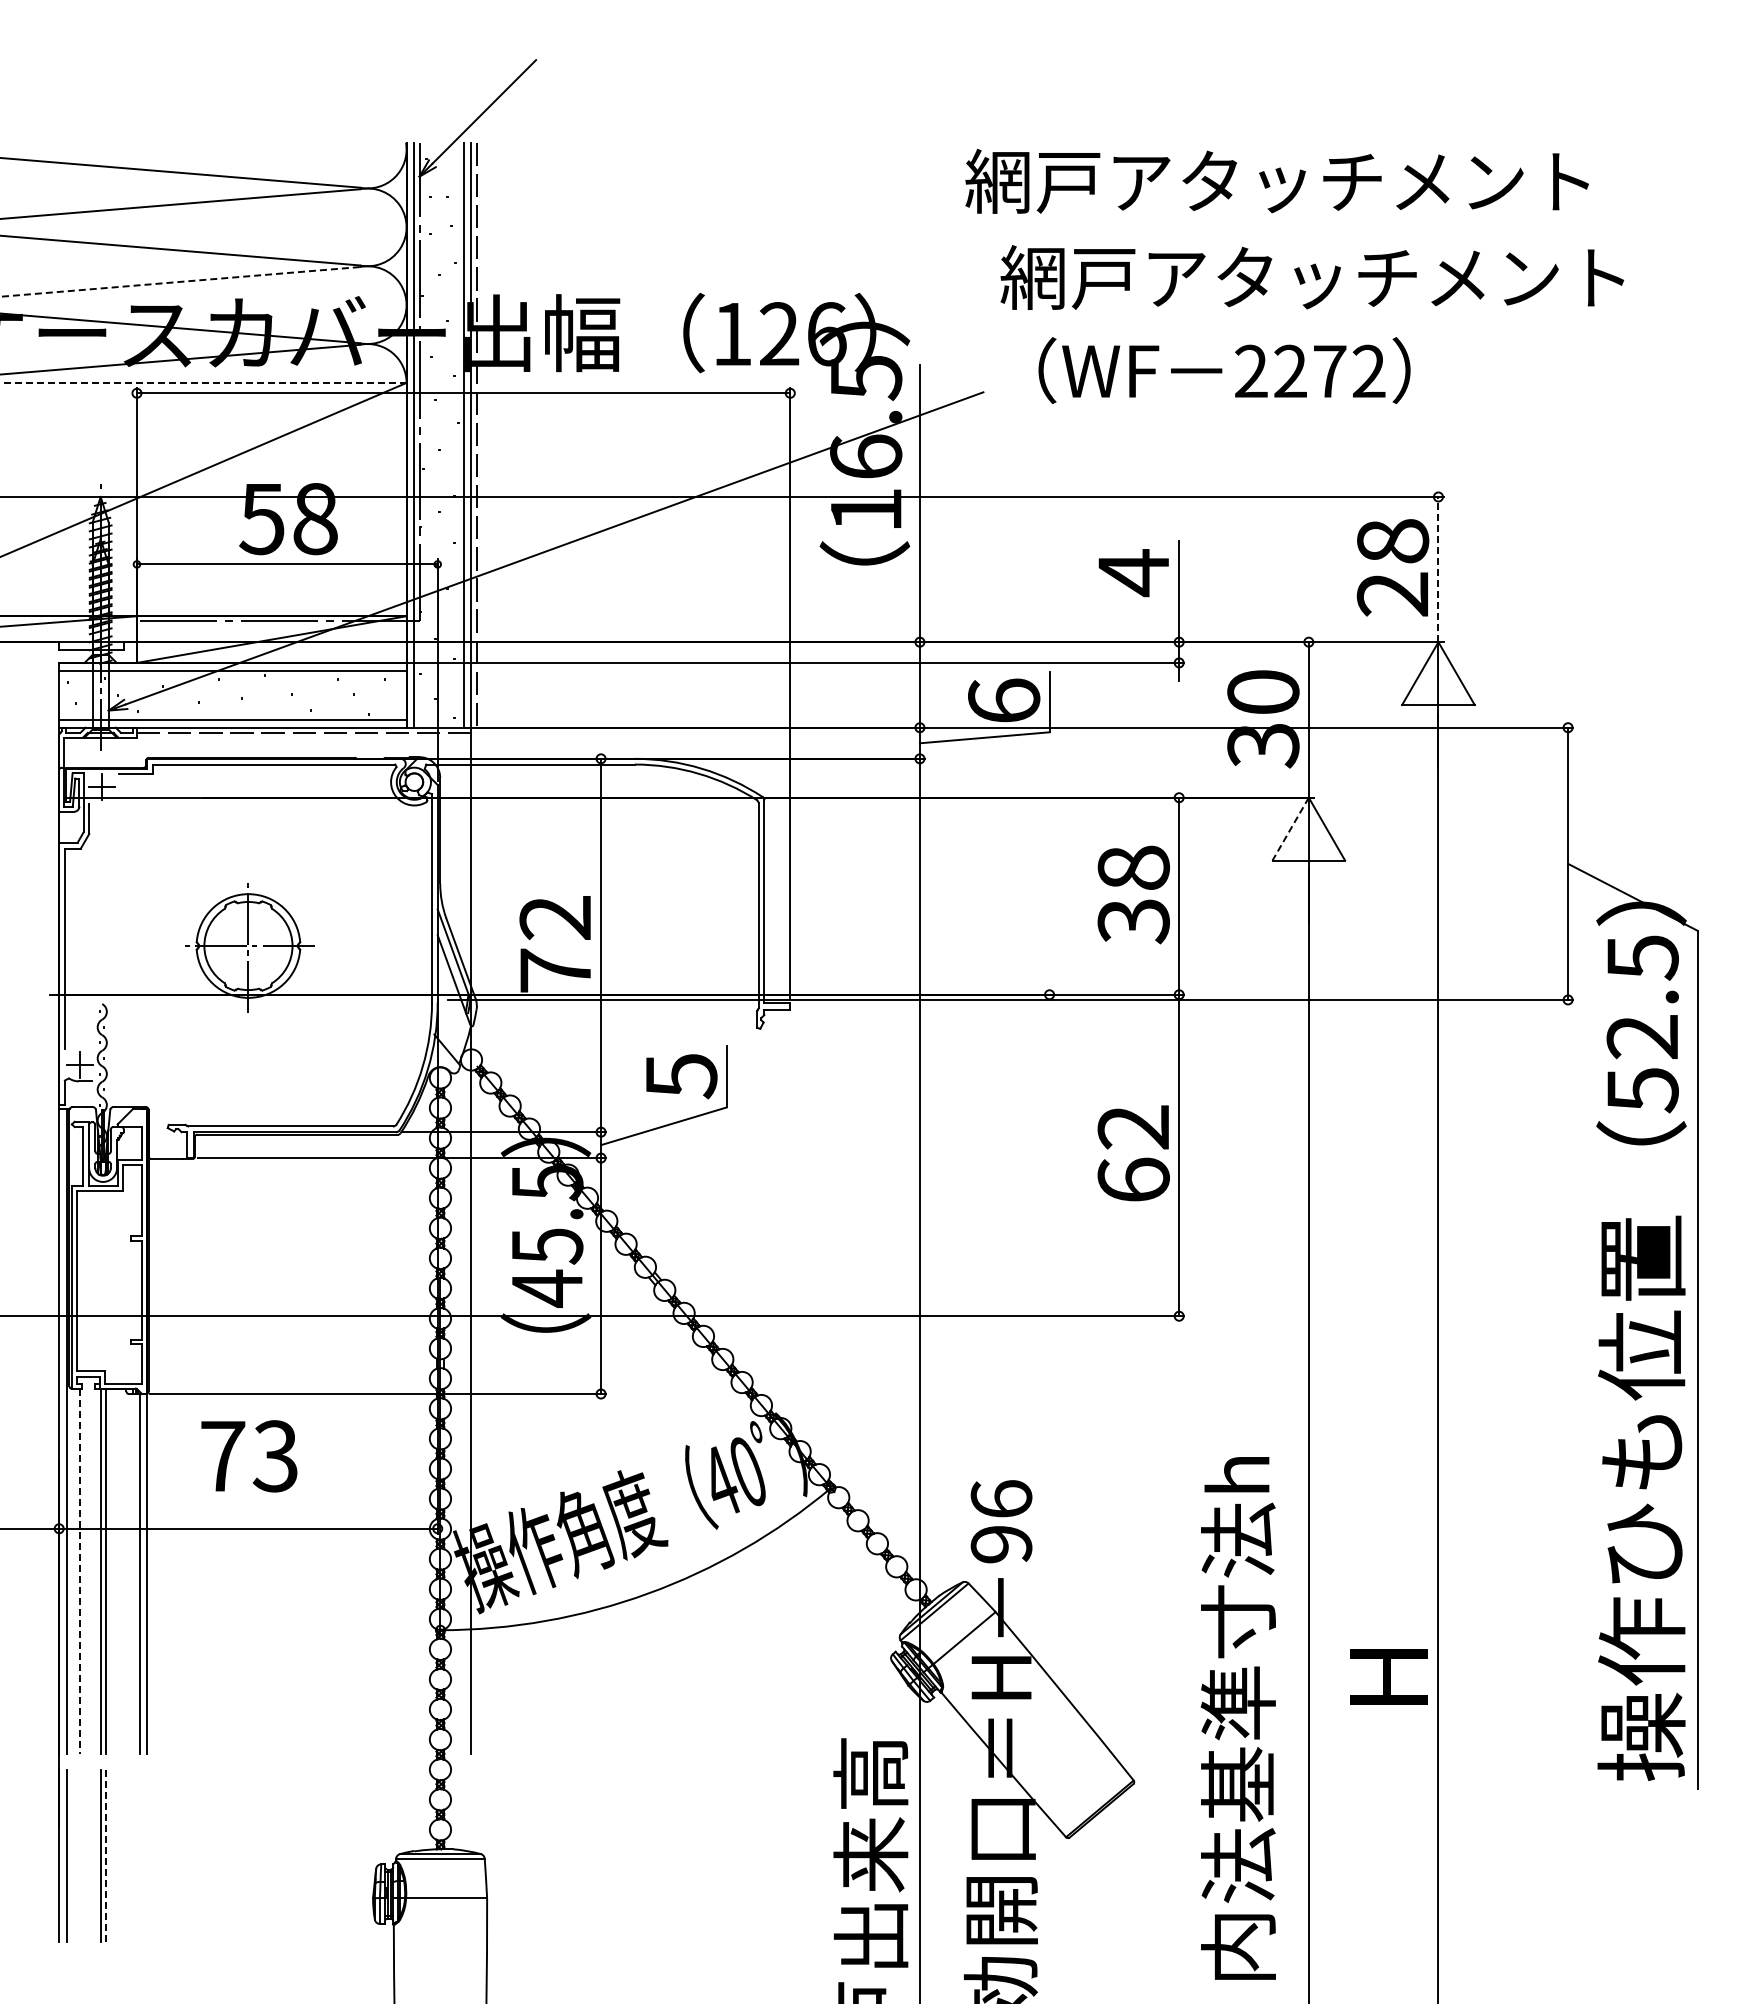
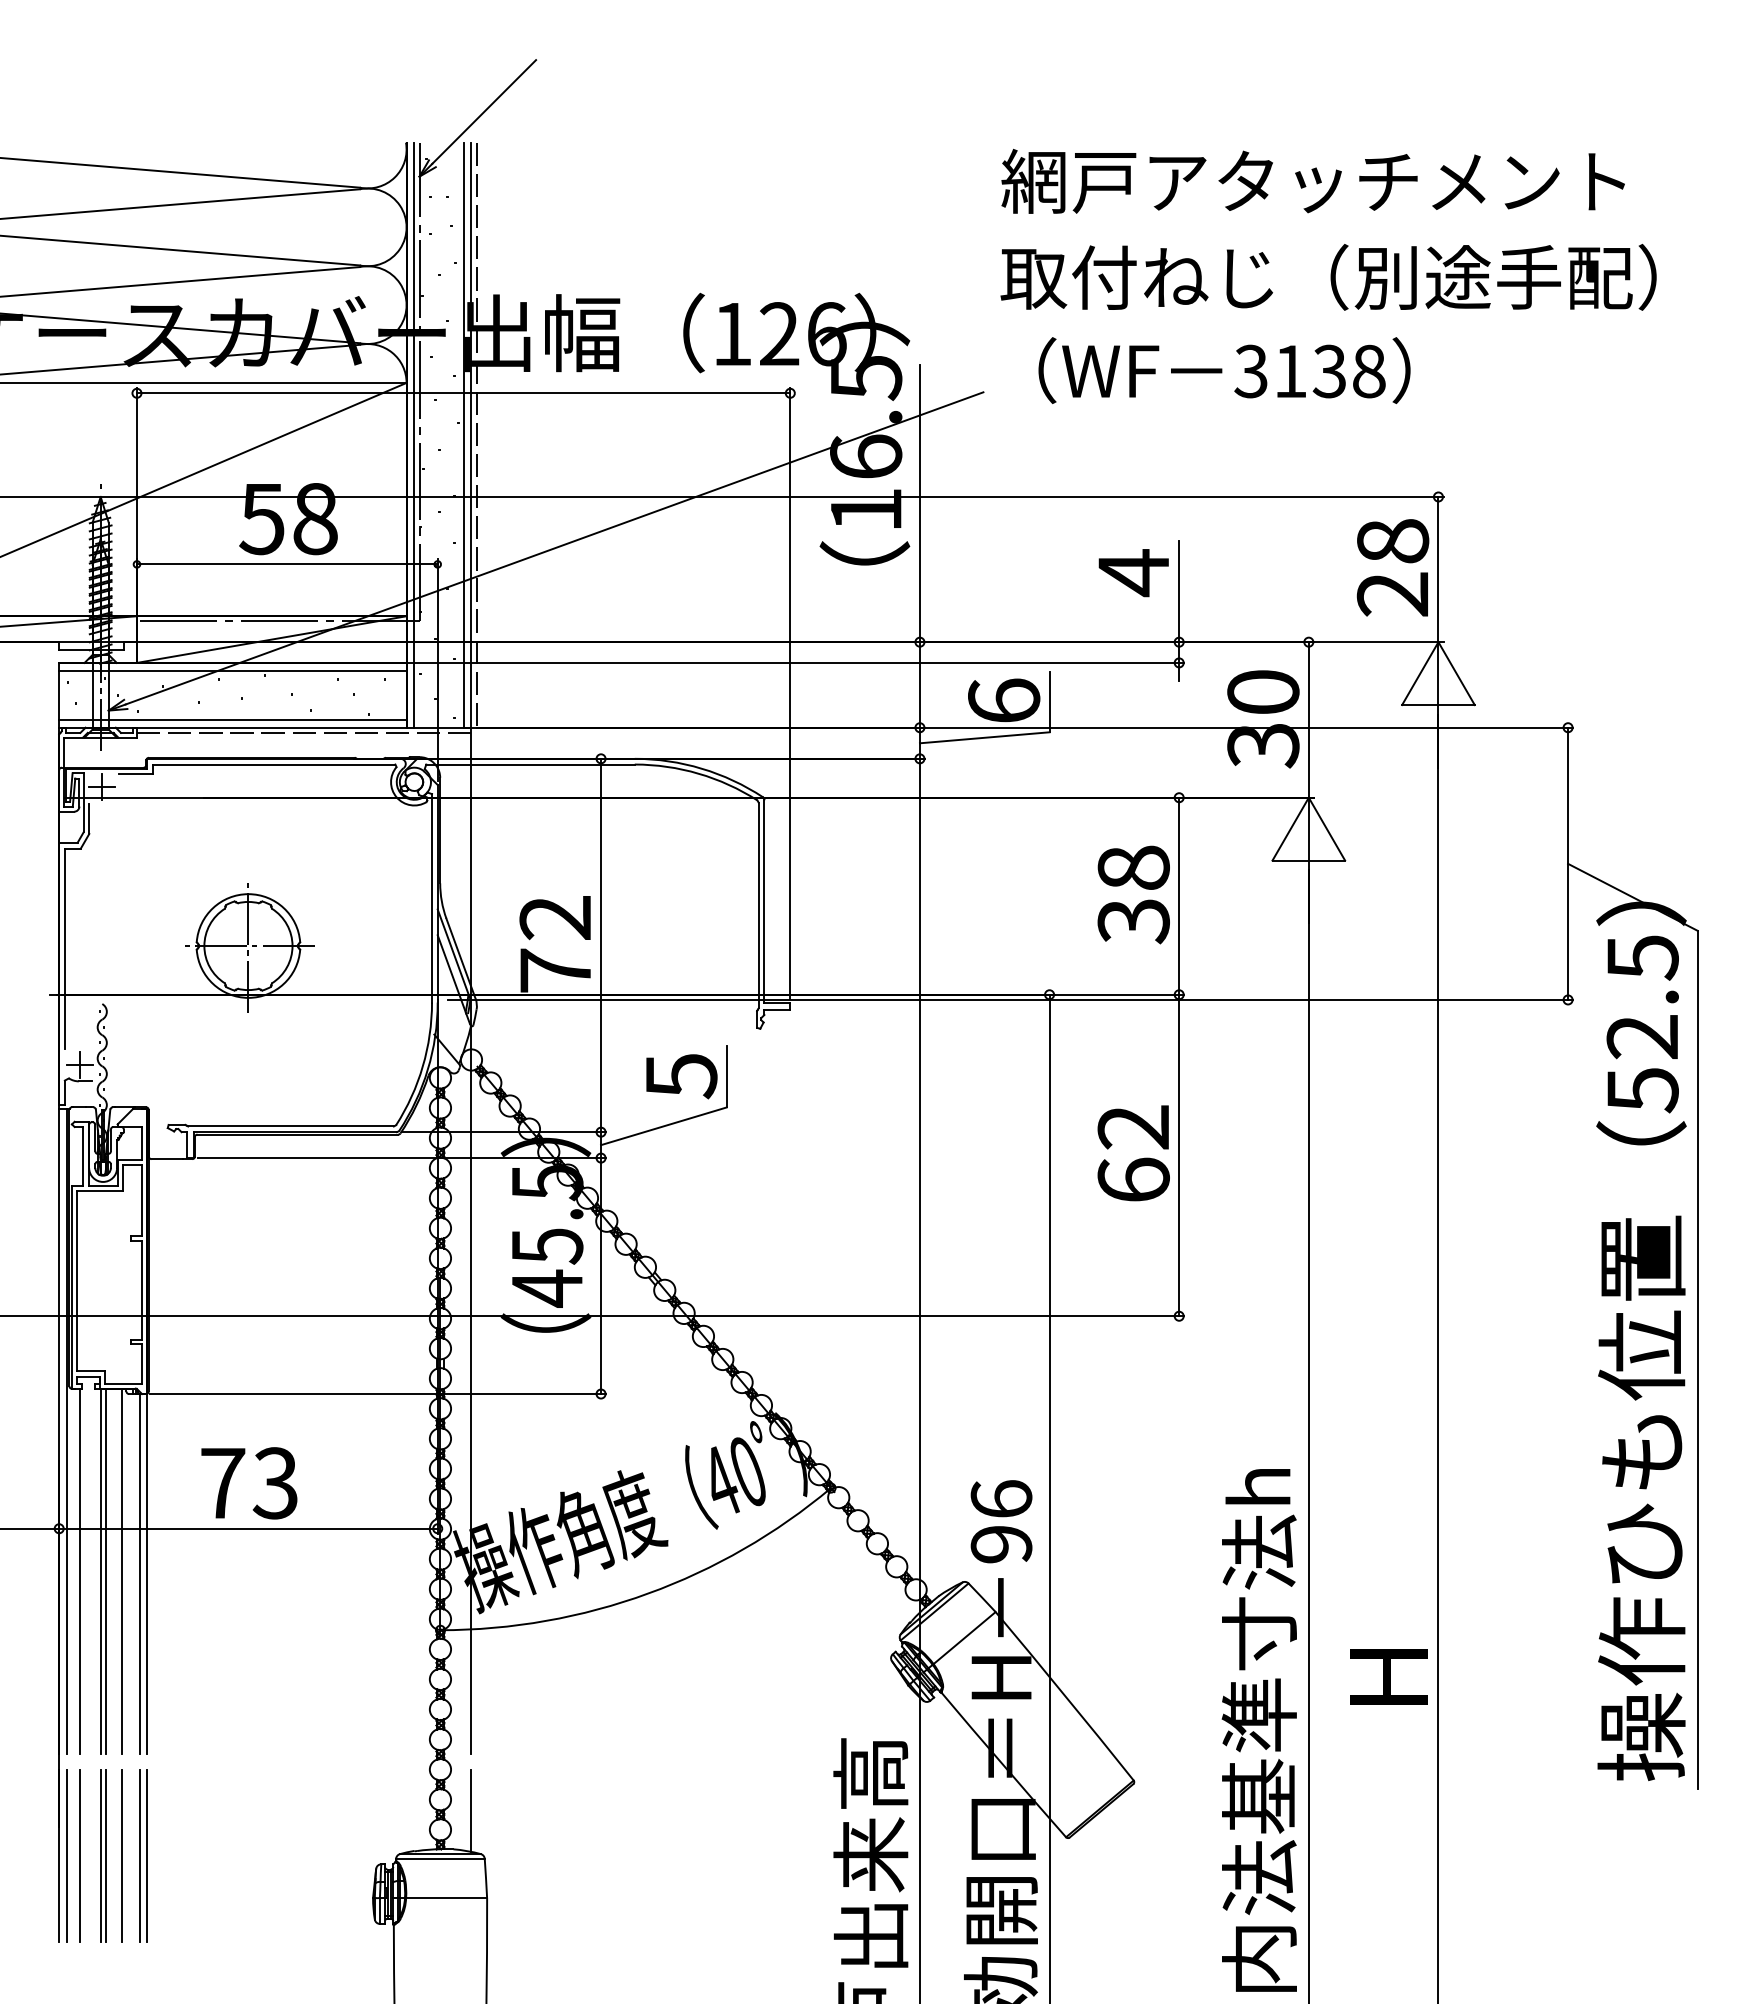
text at (1276, 180) position: (1276, 180) -> (1312, 180)
text at (1328, 276): 網戸アタッチメント -> 取付ねじ（別途手配）
line at (179, 281): dashed -> solid
text at (1309, 371): 2272 -> 3138
line at (202, 382): dashed -> solid
line at (1438, 569): dashed -> solid
line at (1290, 829): dashed -> solid
text at (249, 1456) position: (249, 1456) -> (249, 1483)
line at (1049, 1497): none -> present
line at (80, 1571): dashed -> solid
line at (122, 1571): none -> present
text at (1237, 1718) position: (1237, 1718) -> (1258, 1730)
line at (471, 1810): none -> present
line at (80, 1855): none -> present
line at (122, 1855): none -> present
part at (143, 1855): none -> present
line at (105, 1856): dashed -> solid
